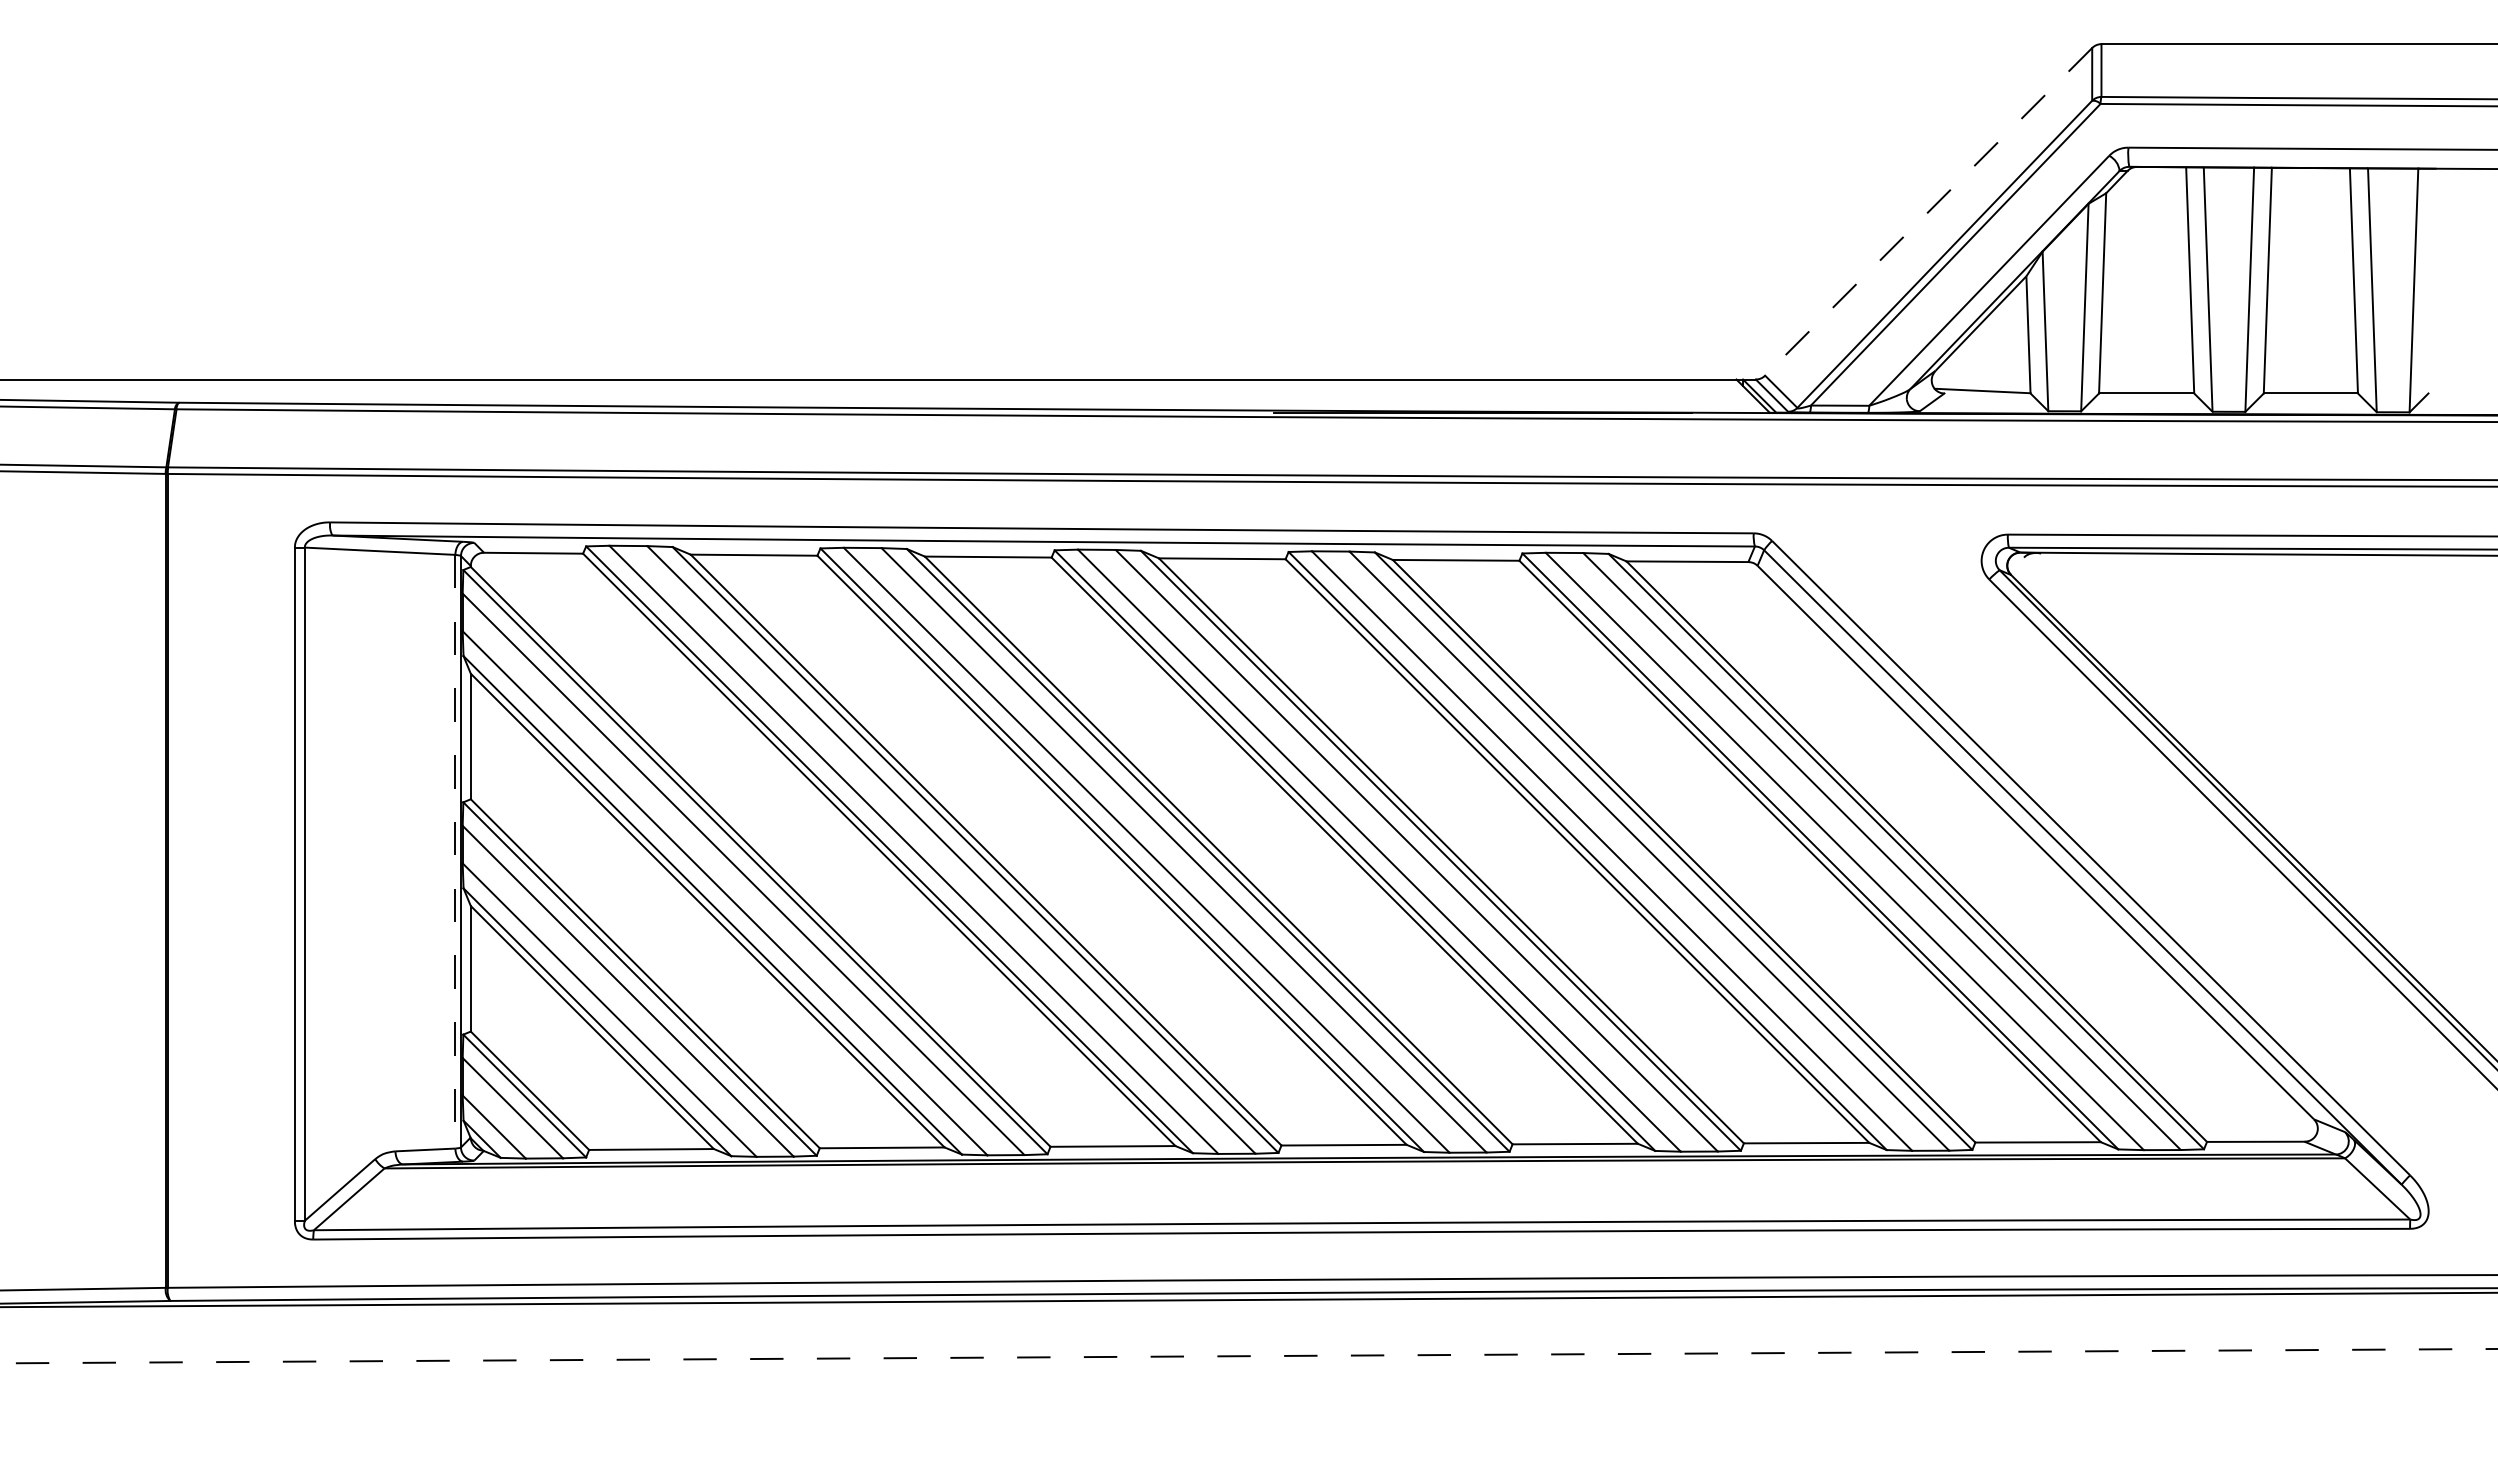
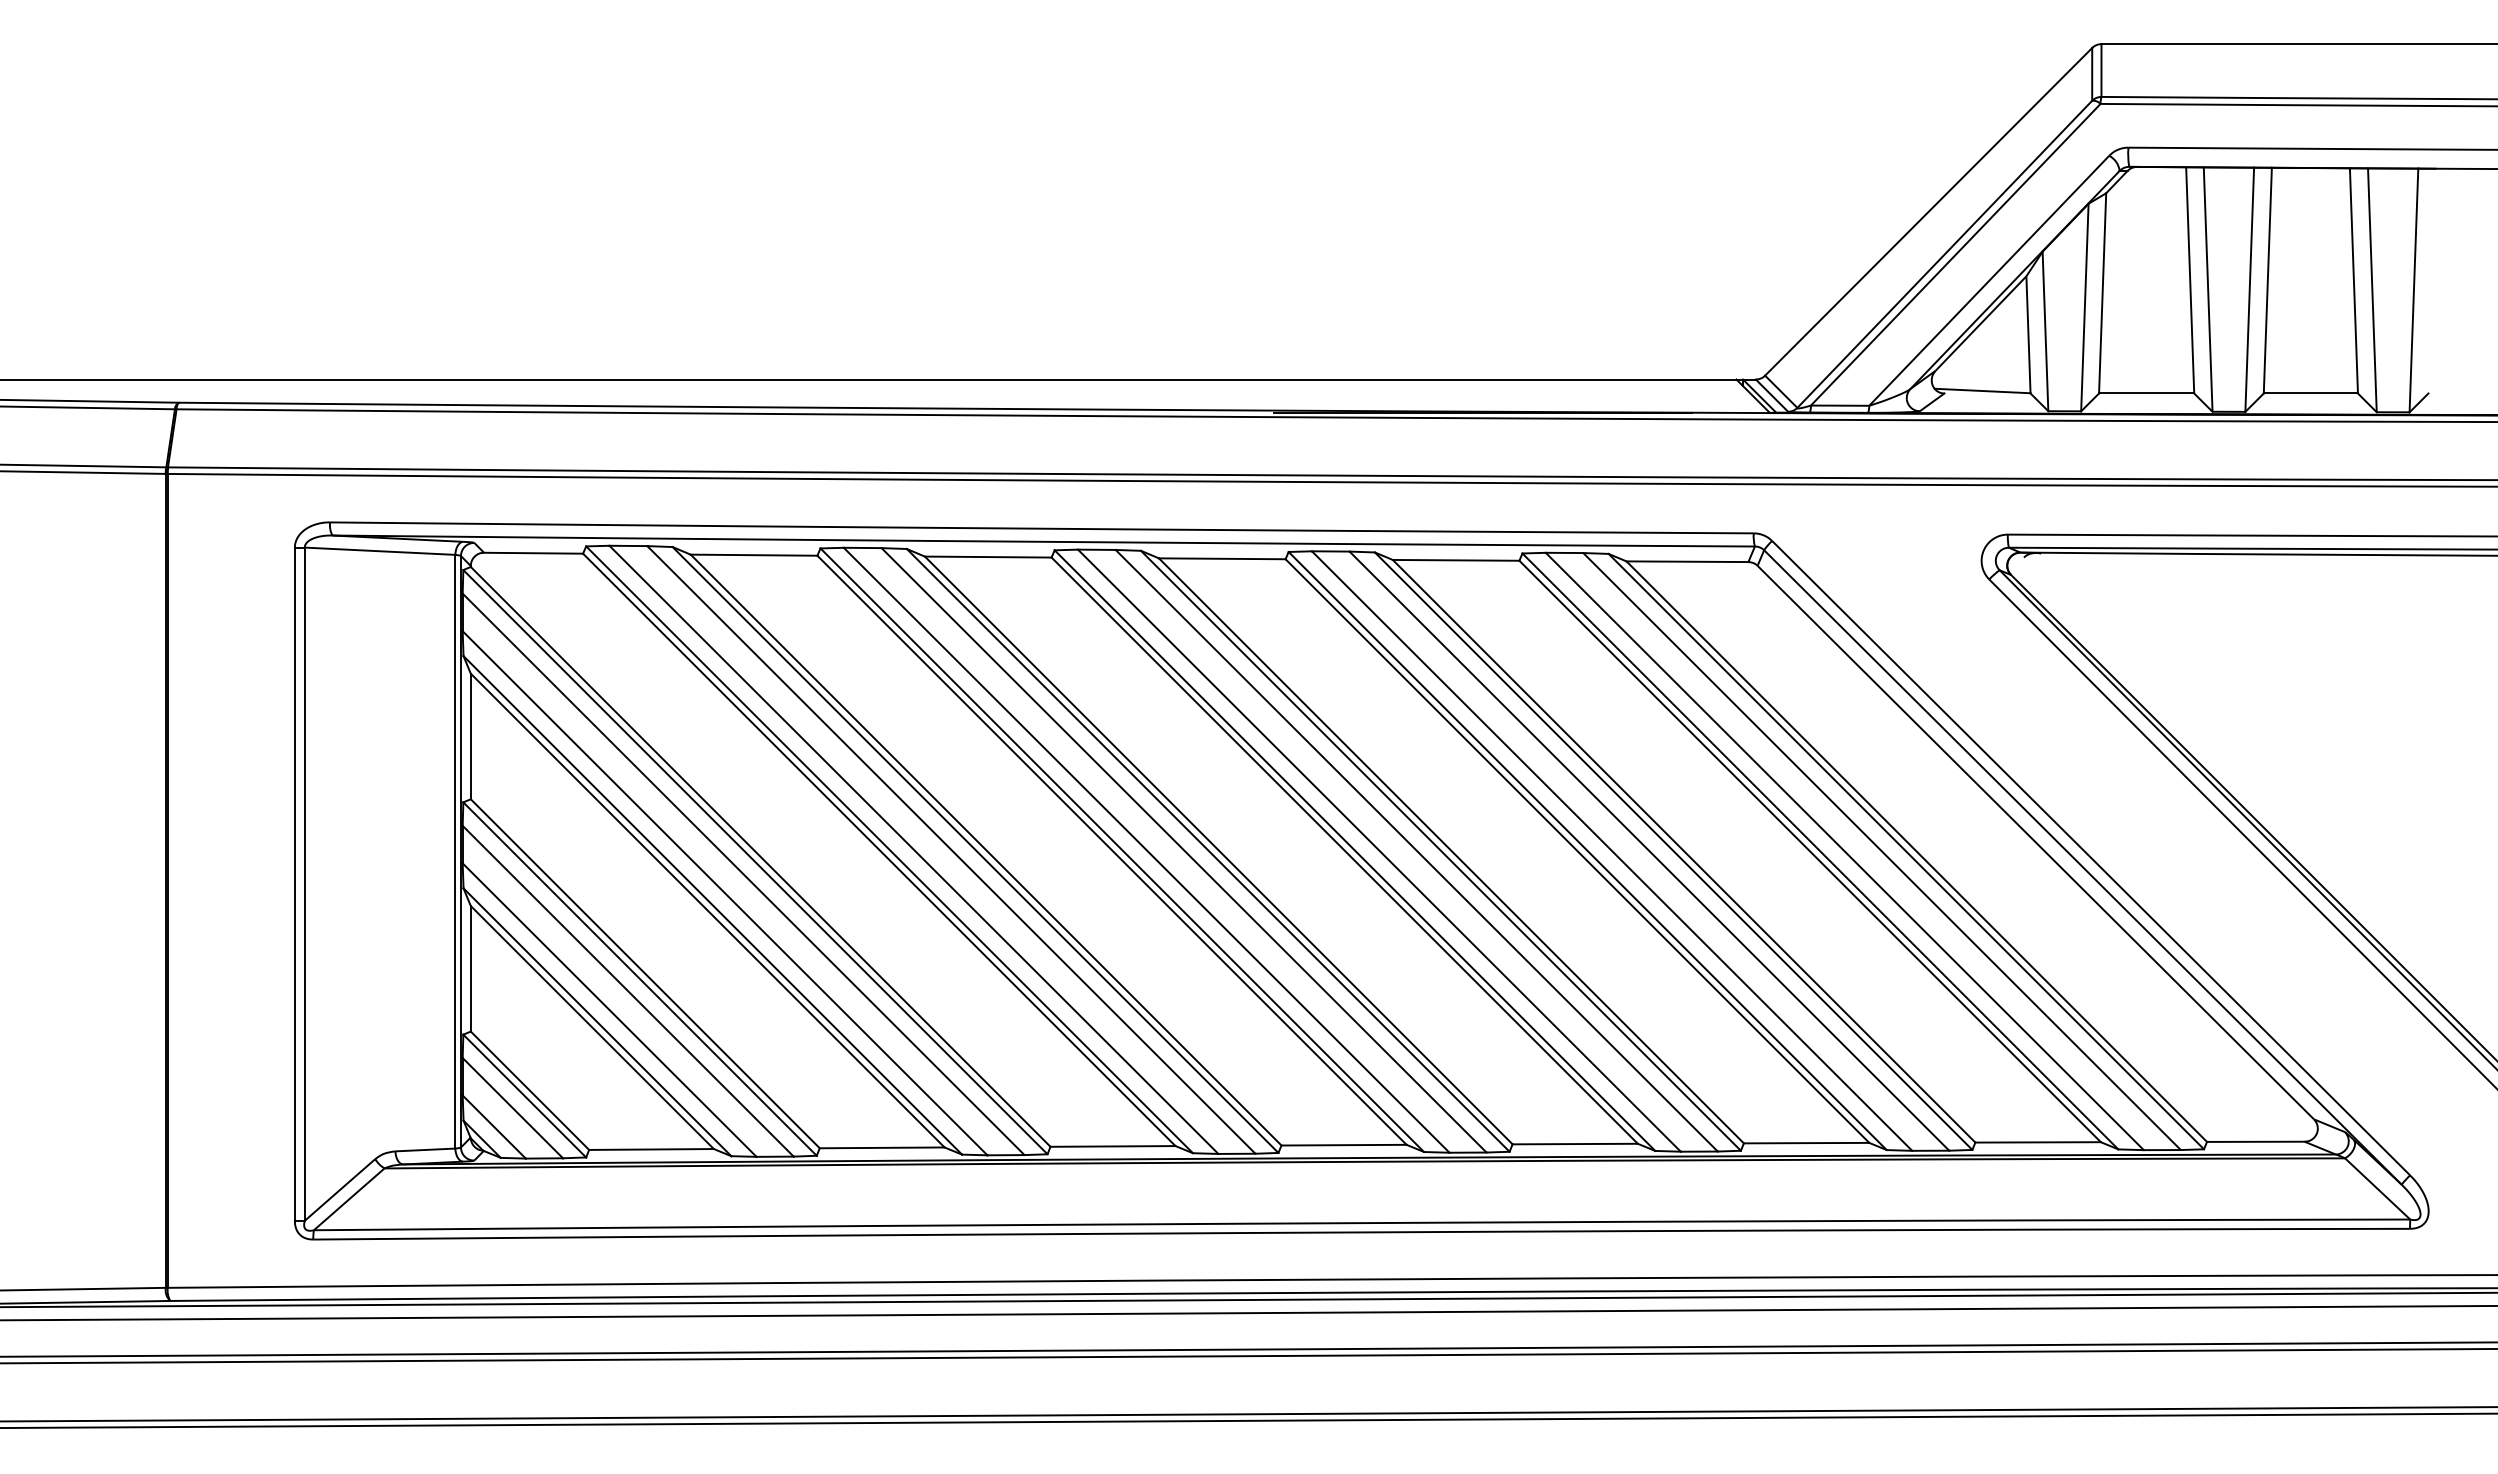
line at (1928, 212): dashed -> solid
line at (455, 851): dashed -> solid
line at (1248, 1312): none -> present
line at (1248, 1349): none -> present
line at (1249, 1356): dashed -> solid
line at (1248, 1414): none -> present
line at (1248, 1420): none -> present
